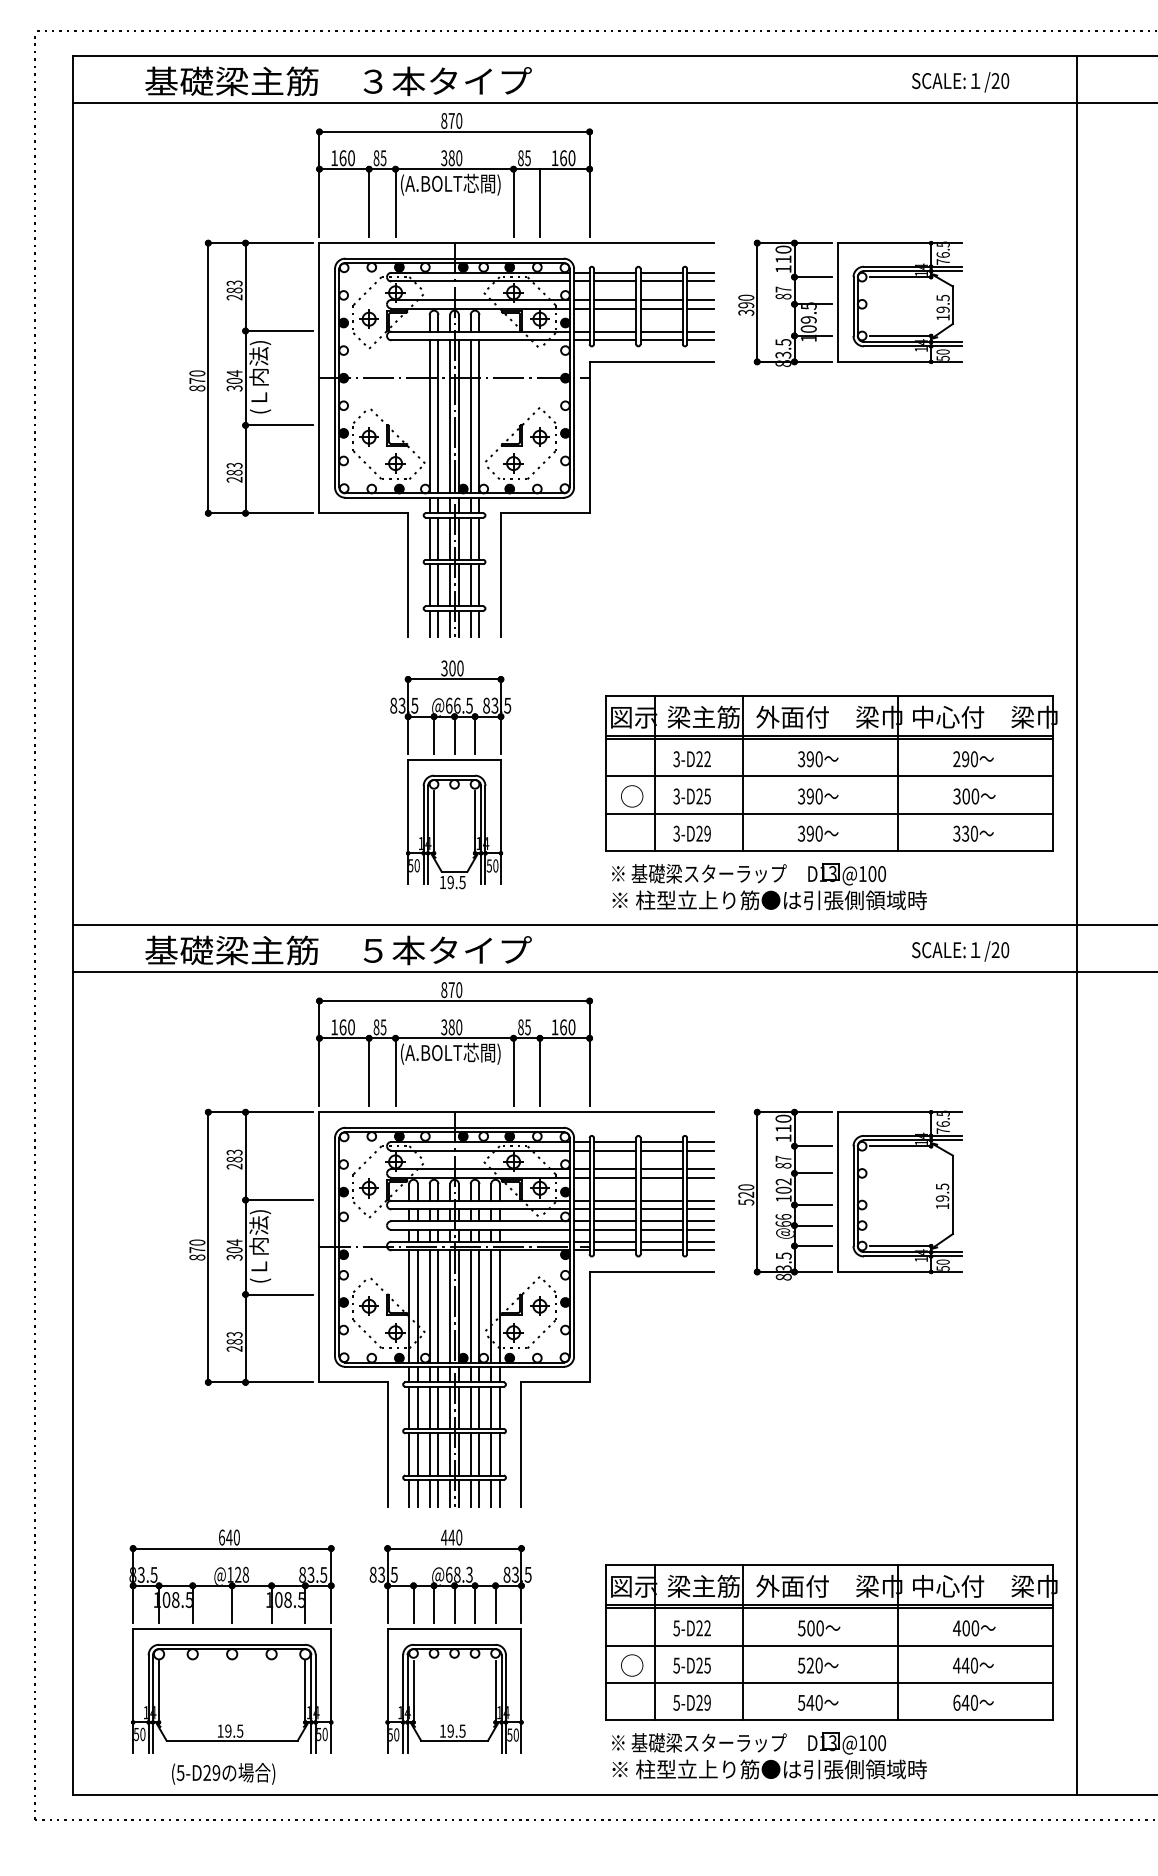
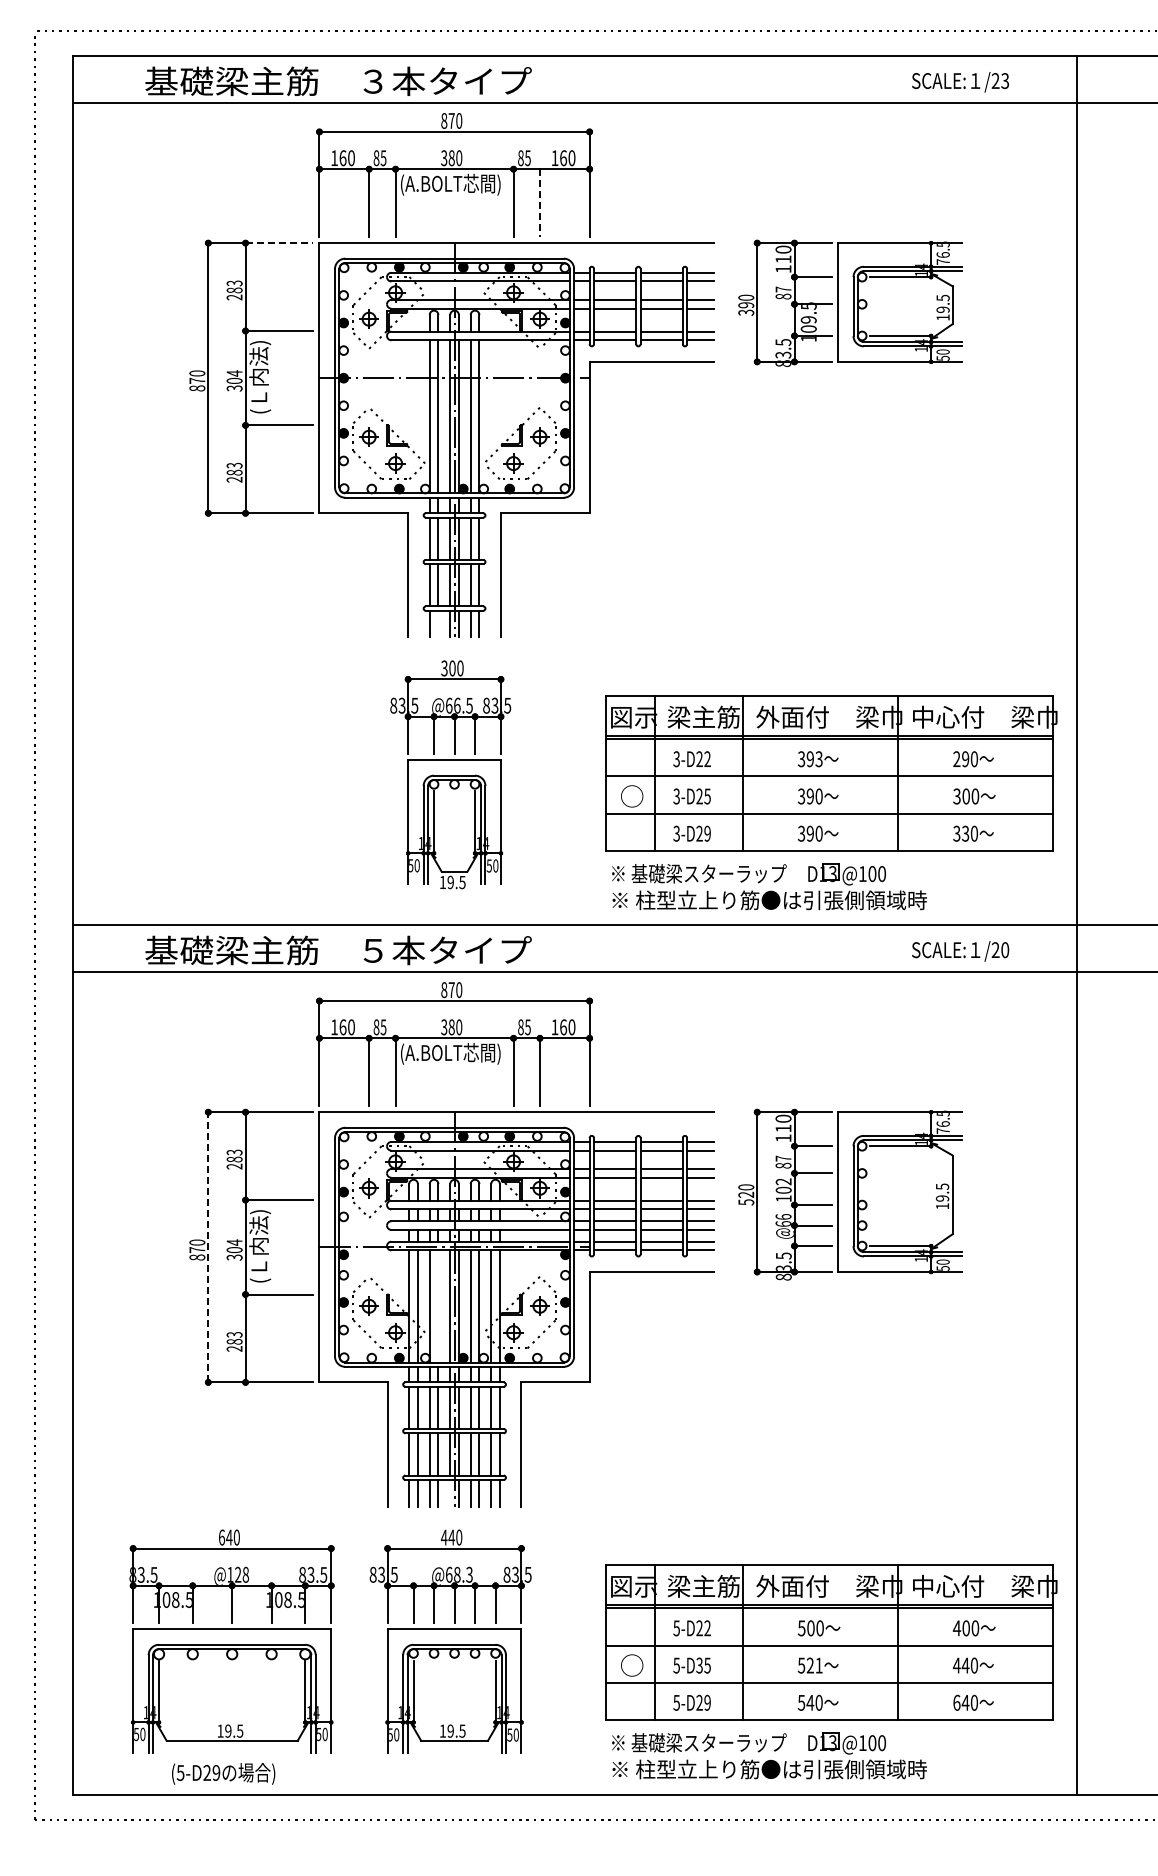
text at (1005, 80): /20 -> /23
line at (539, 203): solid -> dashed
line at (279, 243): solid -> dashed
line at (438, 623): present -> none
text at (818, 759): 390 -> 393
line at (208, 1246): solid -> dashed
line at (438, 1306): present -> none
line at (450, 1492): present -> none
text at (699, 1665): 5-D25 -> 5-D35
text at (818, 1665): 520 -> 521
